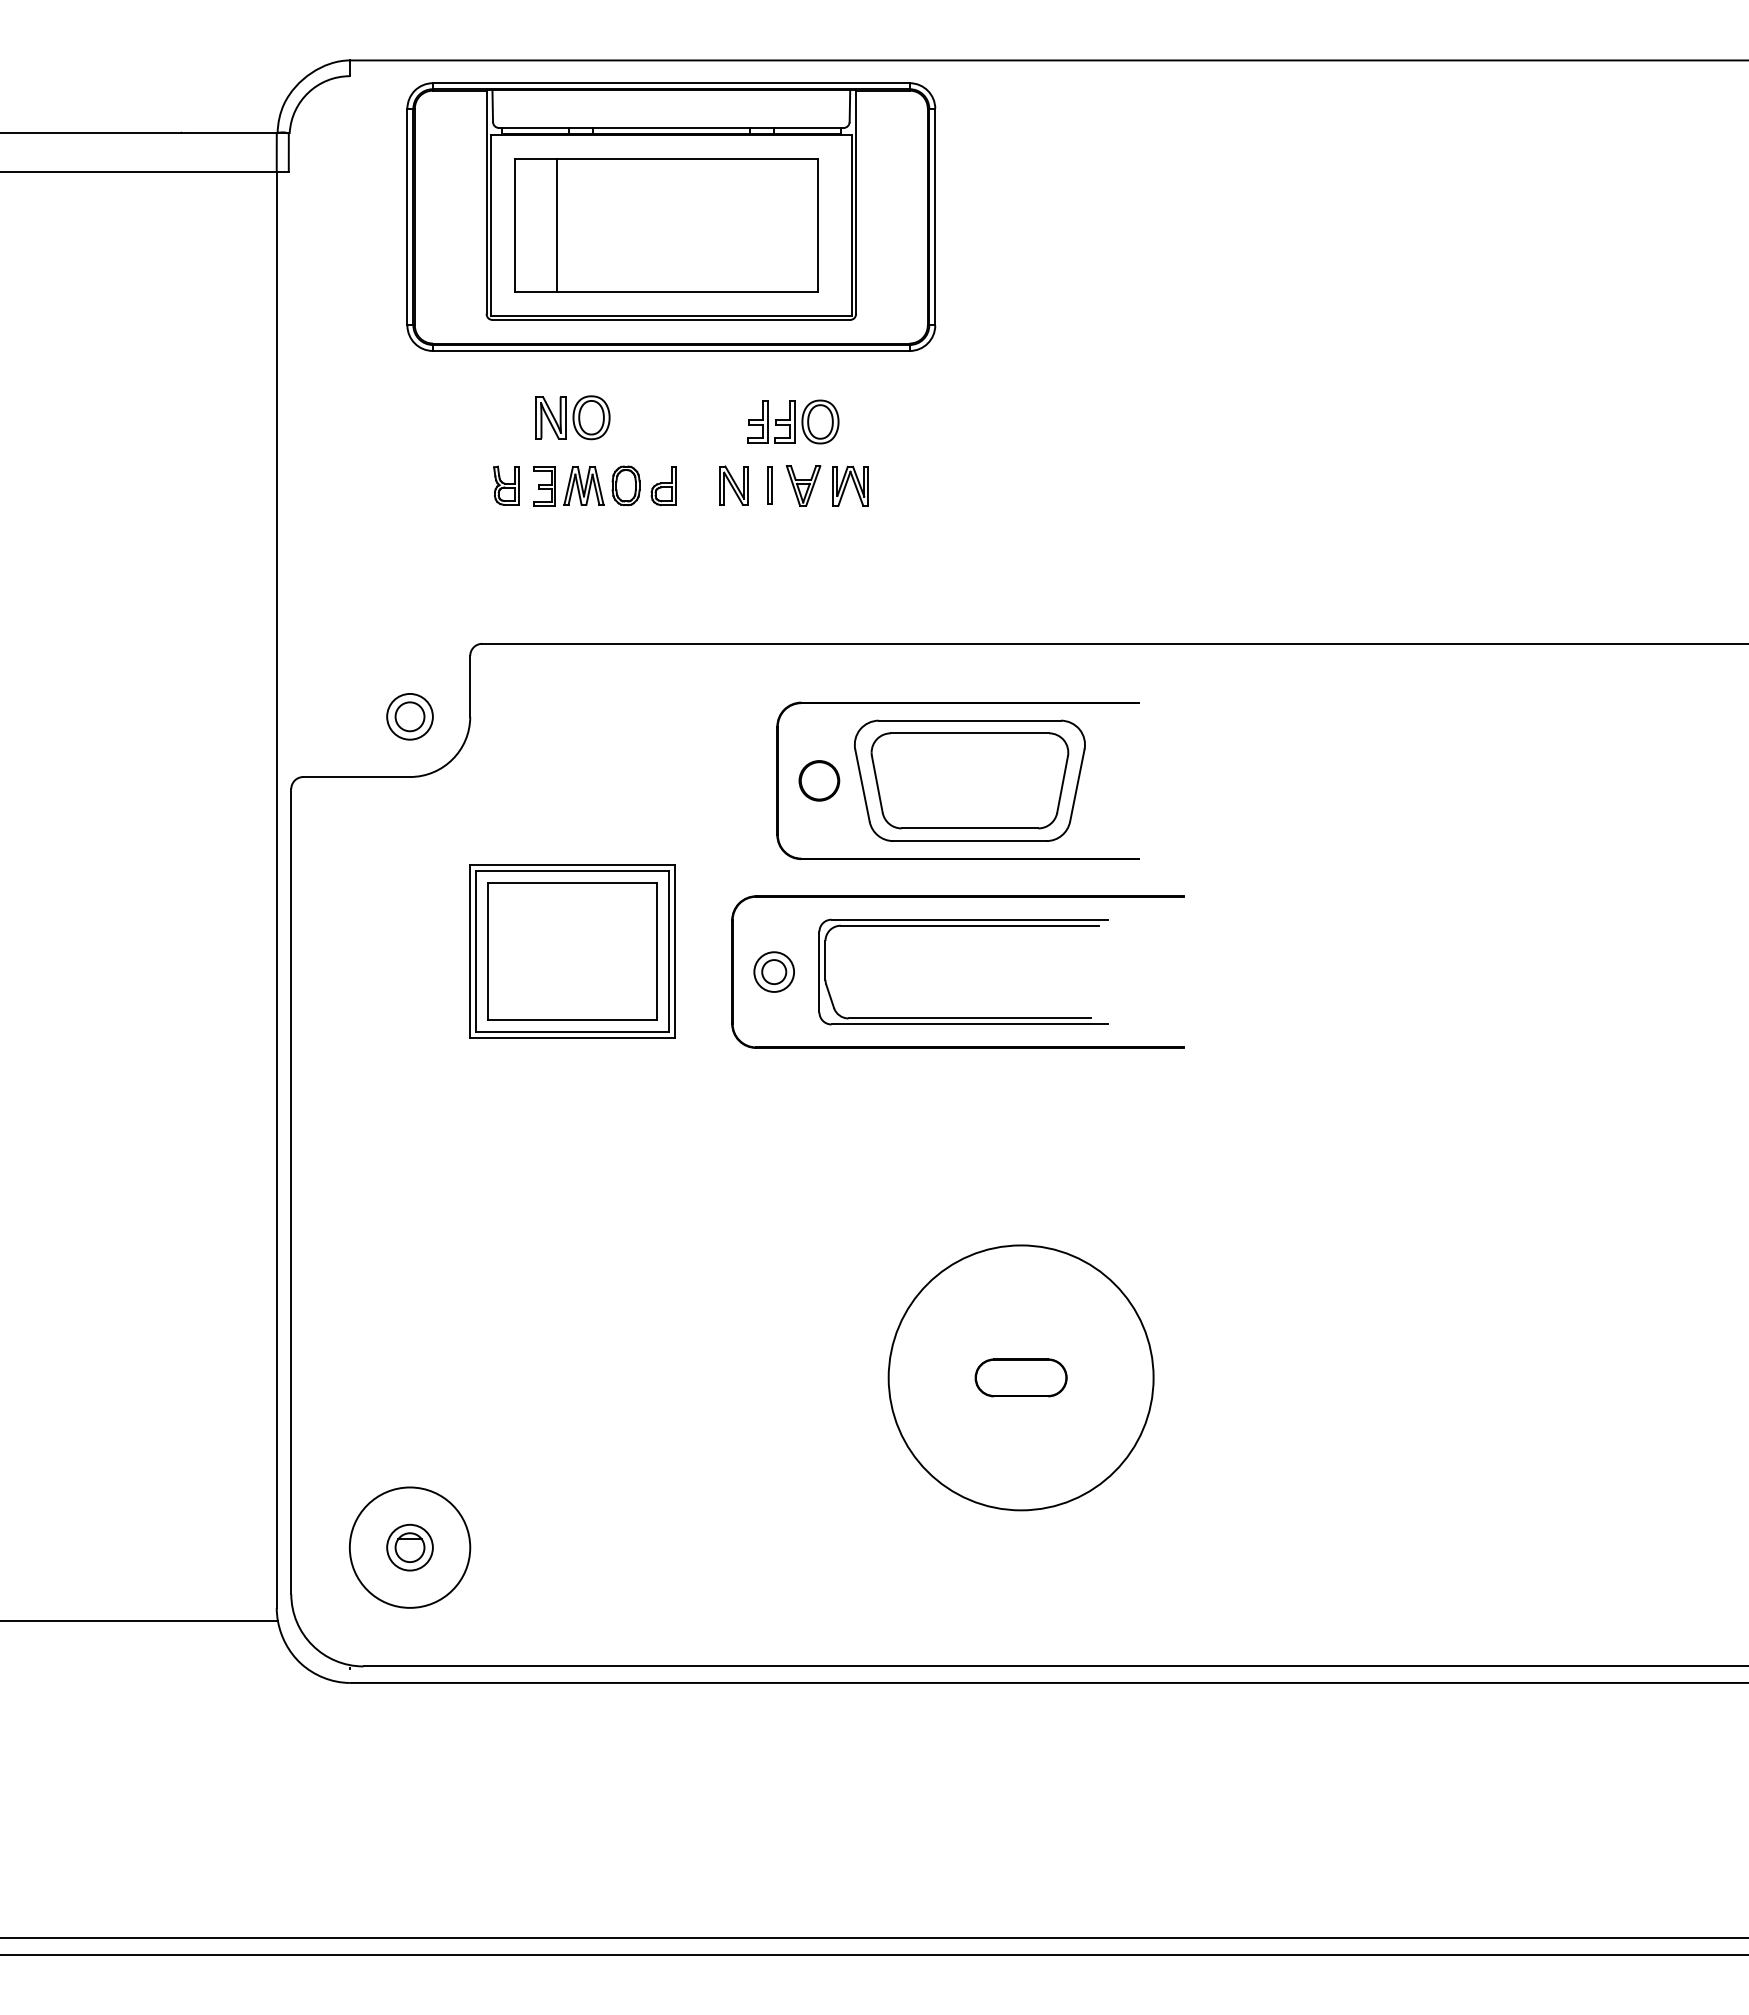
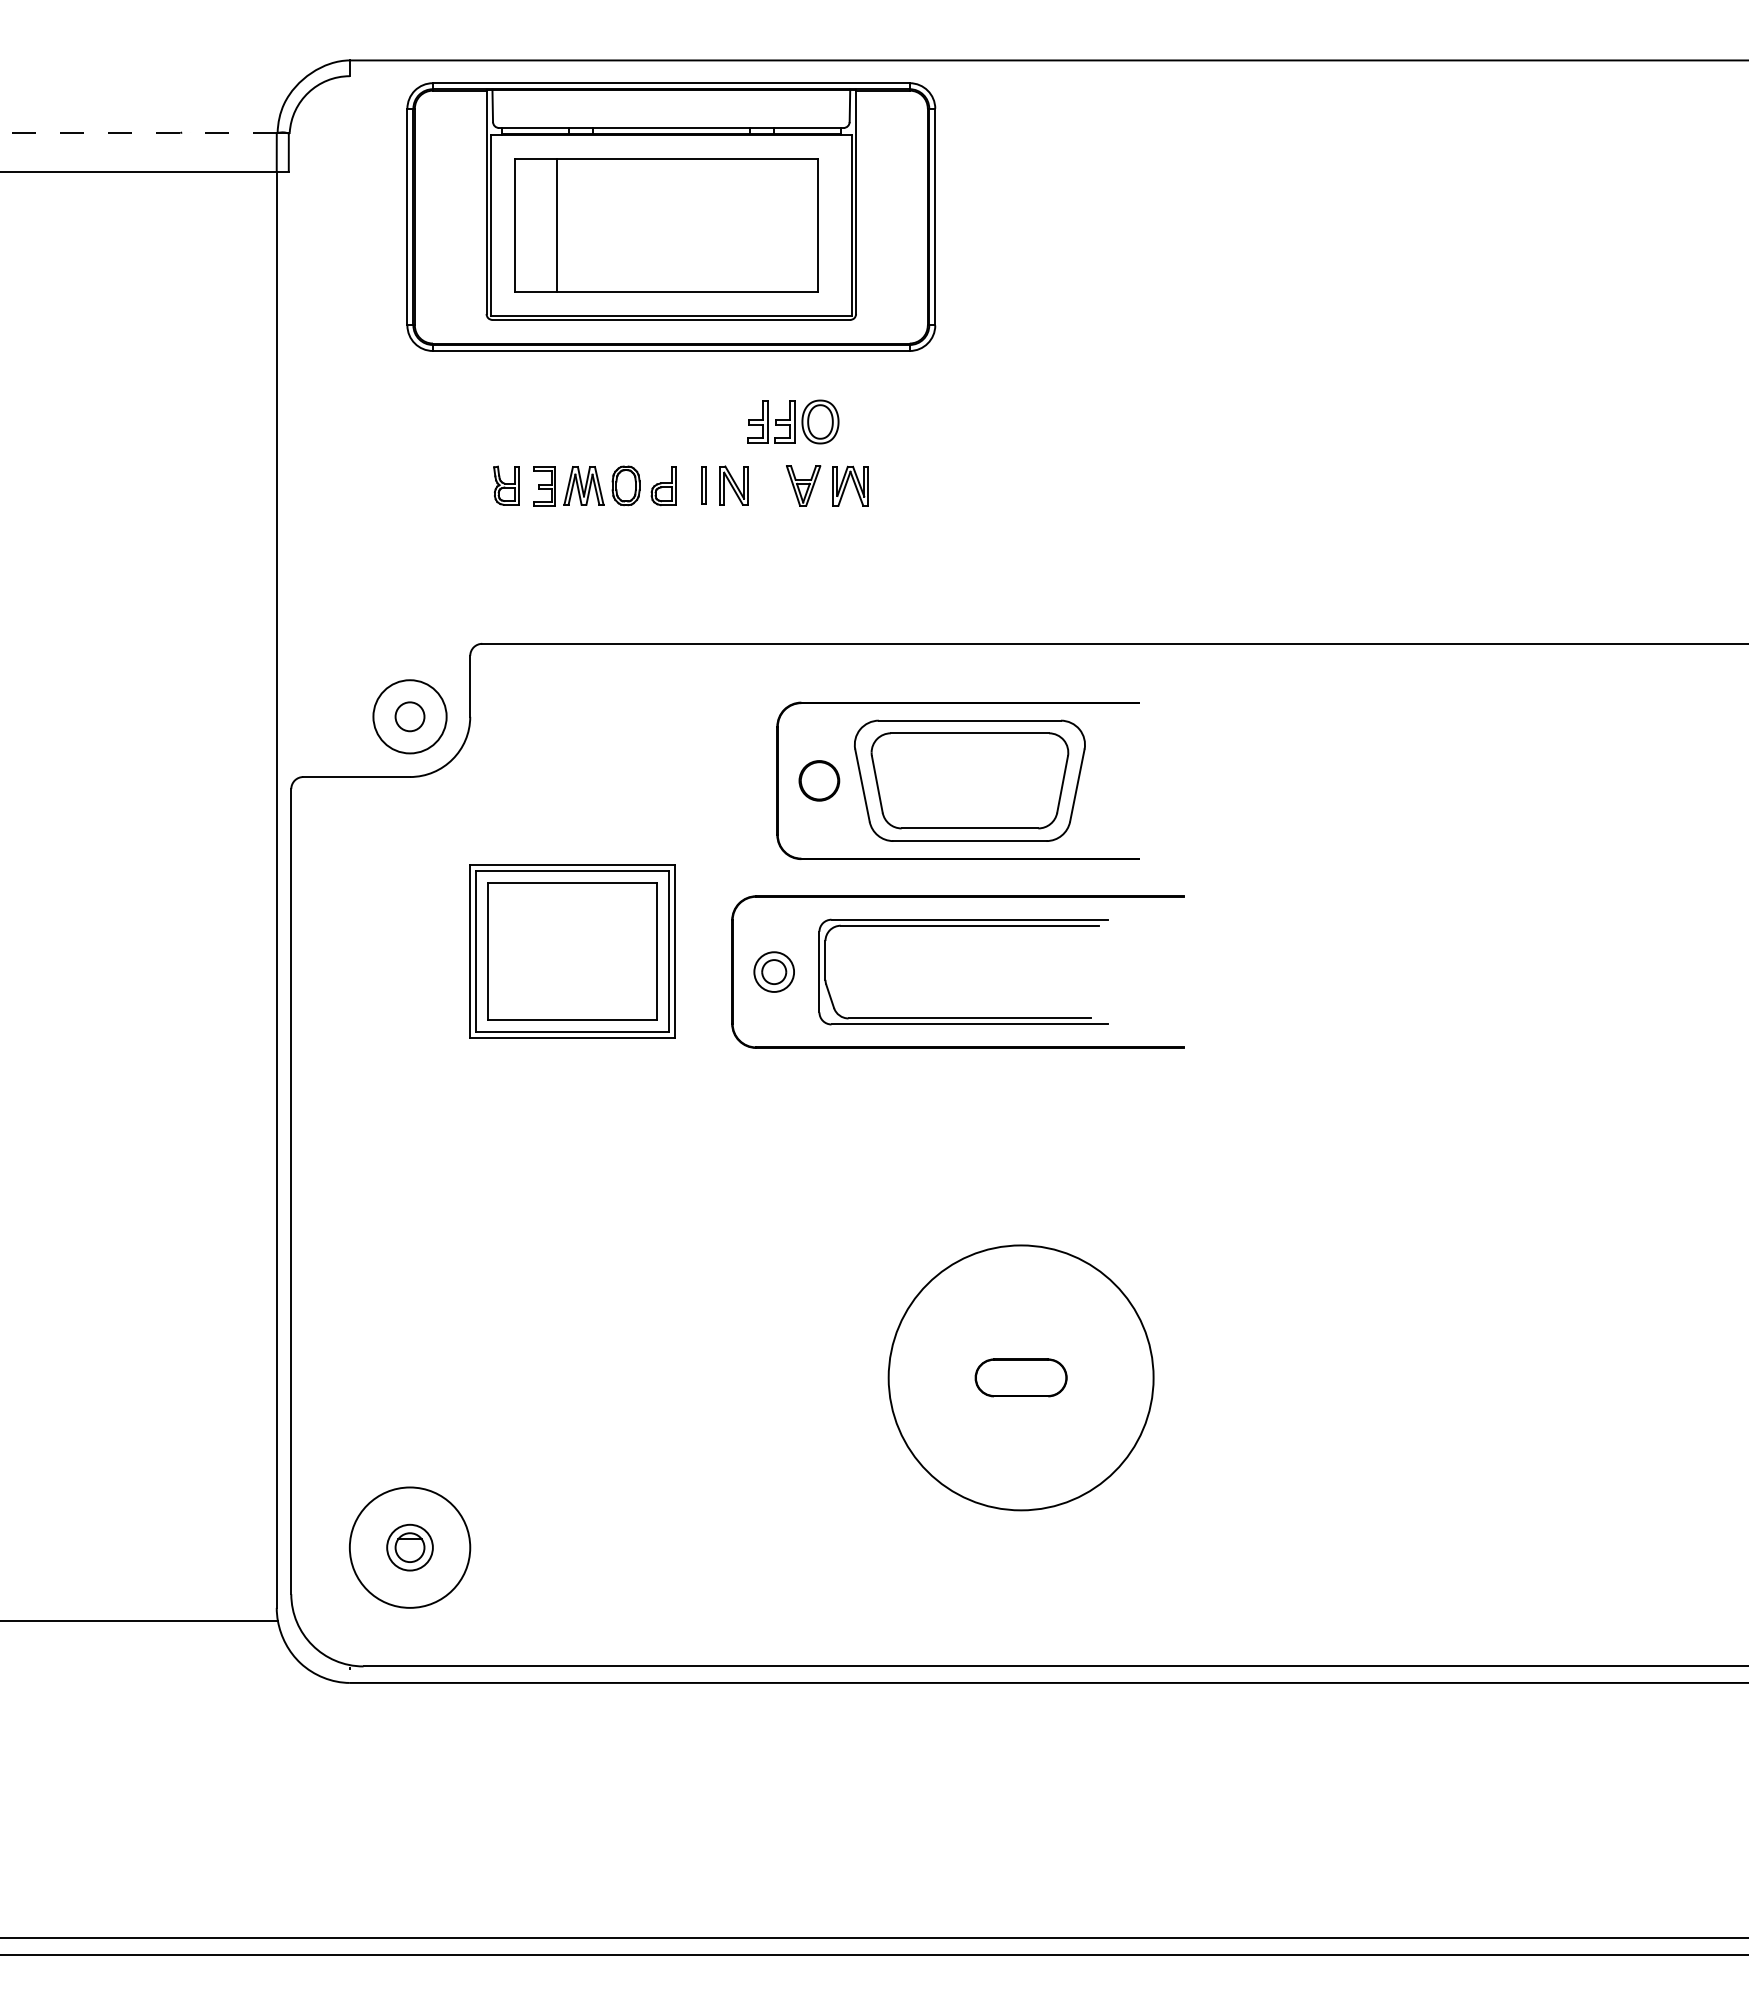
line at (138, 132): solid -> dashed
part at (572, 417): present -> none
part at (769, 485) position: (769, 485) -> (703, 485)
circle at (409, 716) diameter: 46 px -> 73 px
